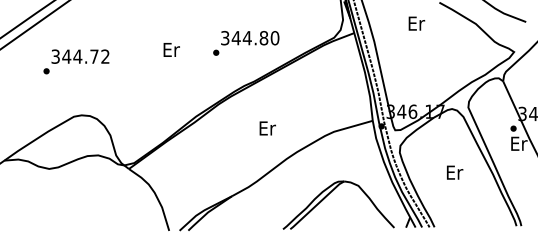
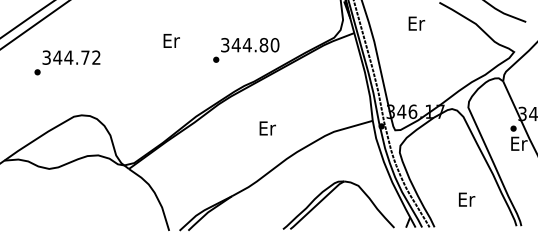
text at (246, 43) position: (246, 43) -> (246, 50)
text at (171, 49) position: (171, 49) -> (171, 40)
text at (76, 61) position: (76, 61) -> (67, 62)
text at (455, 172) position: (455, 172) -> (467, 199)
